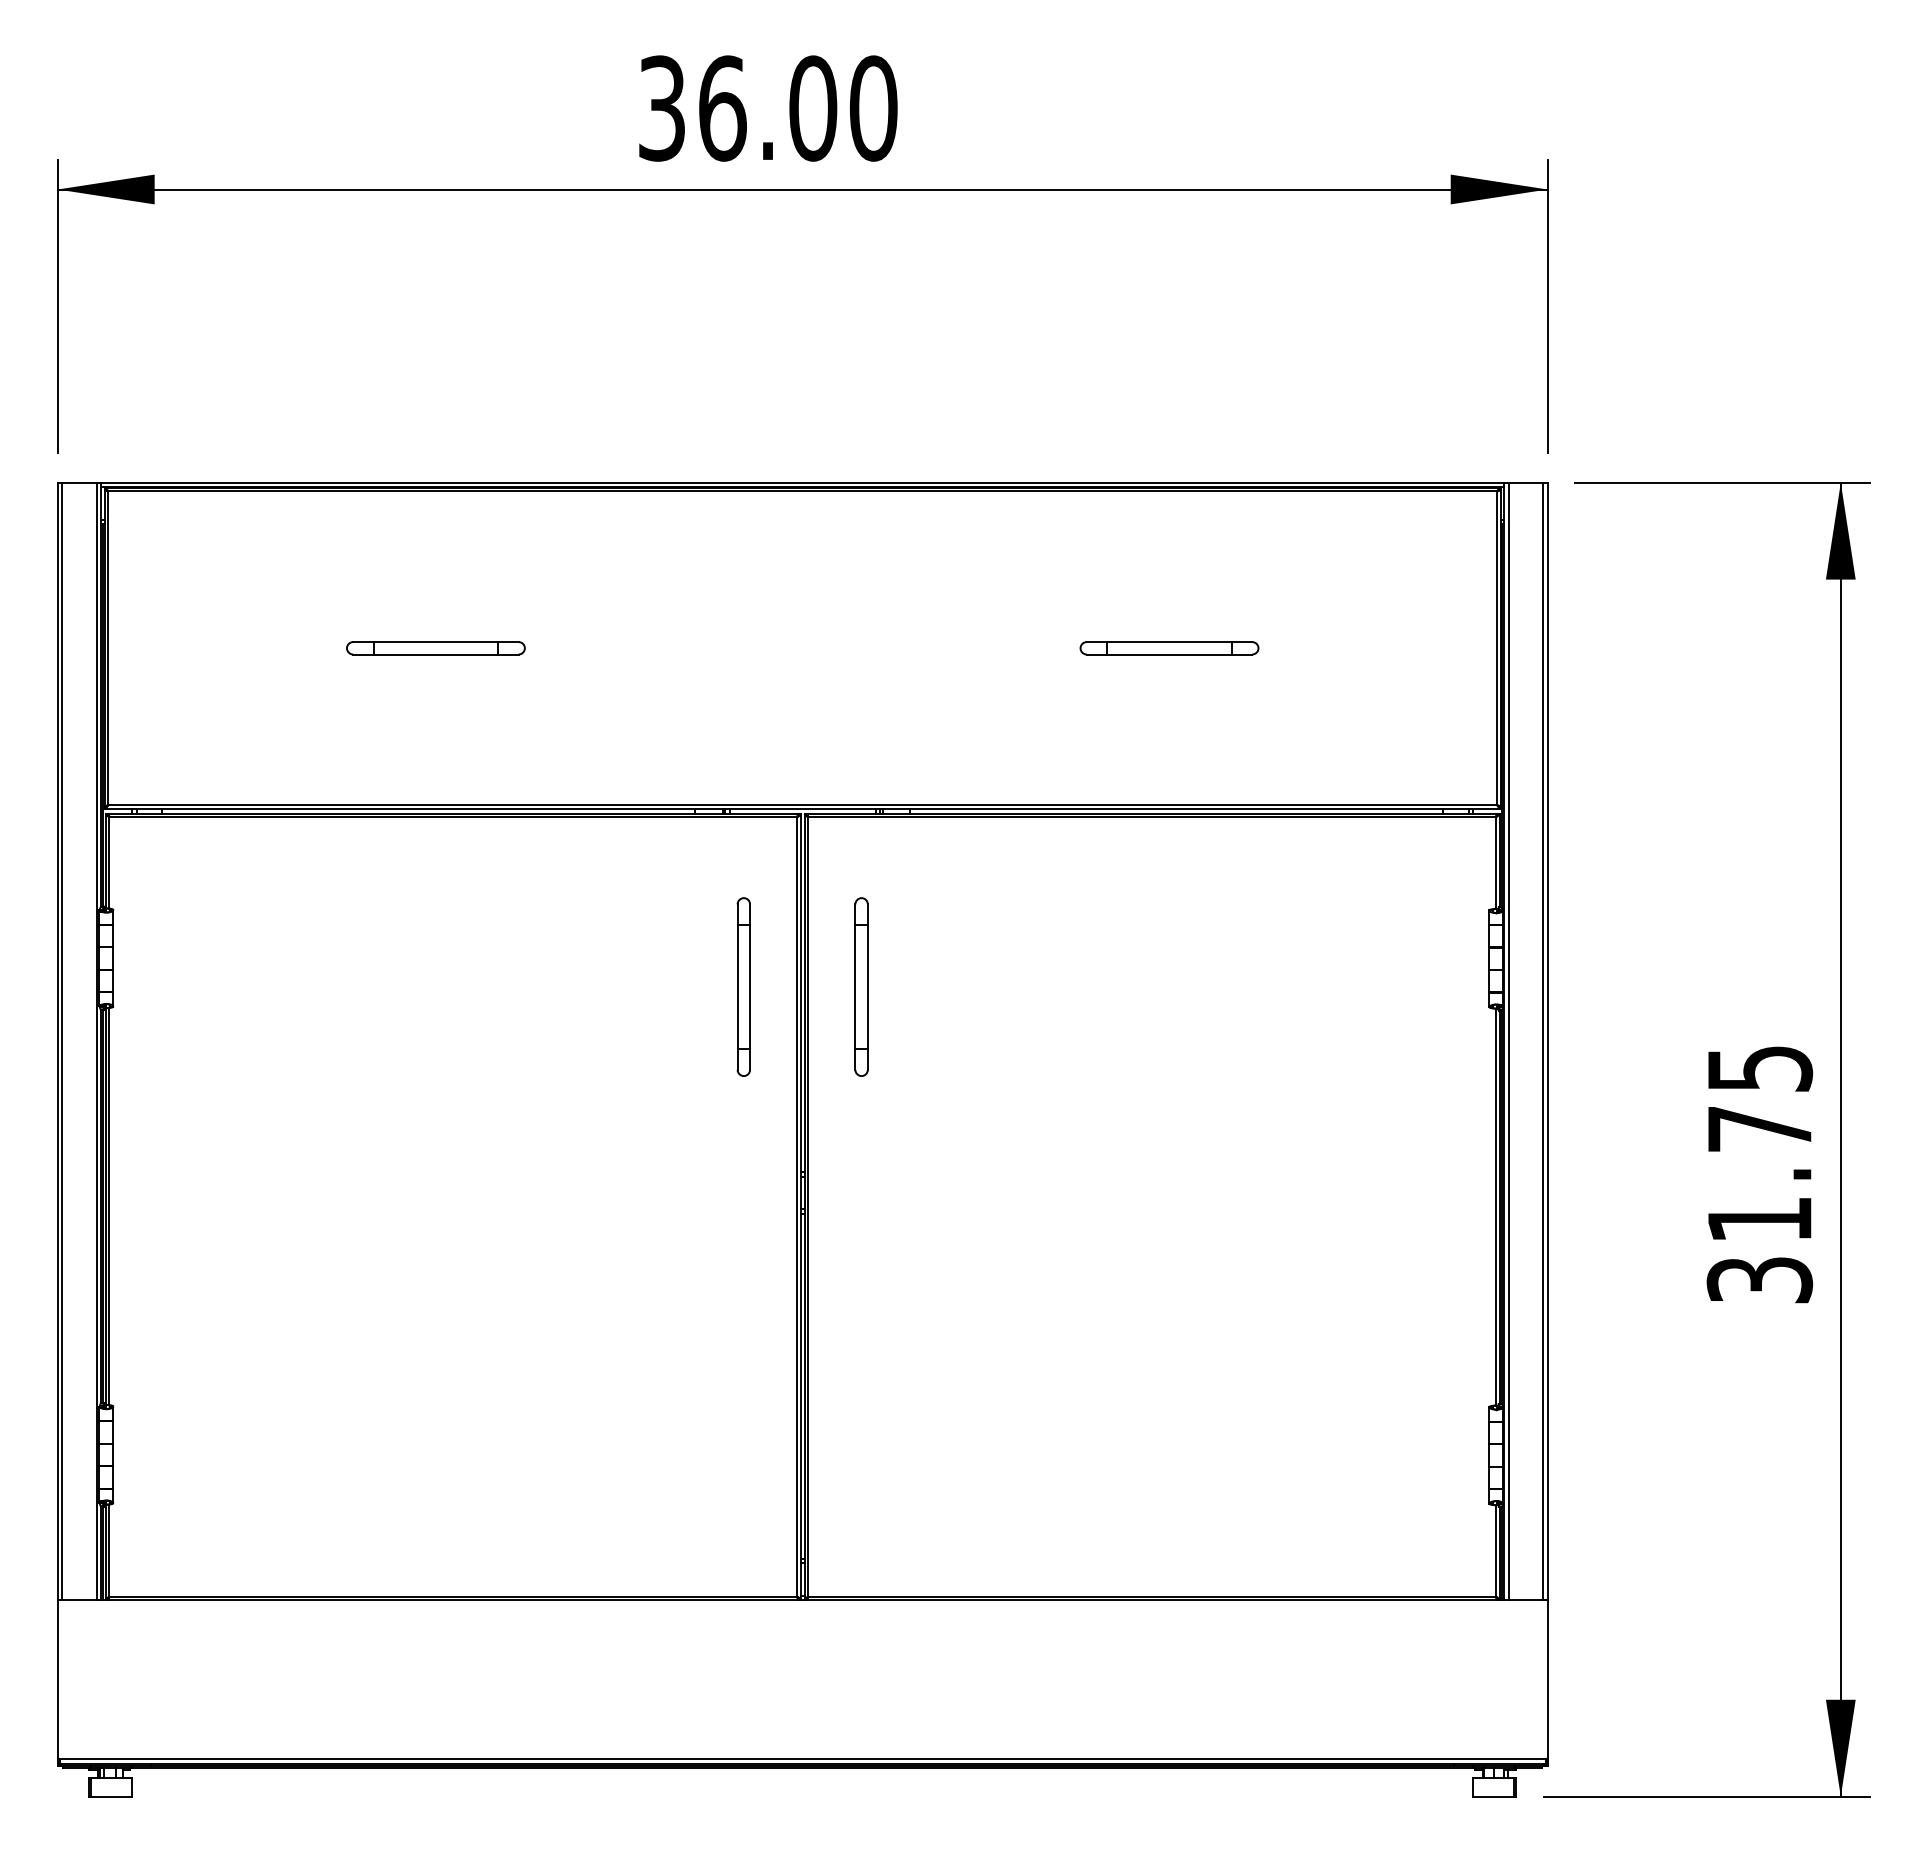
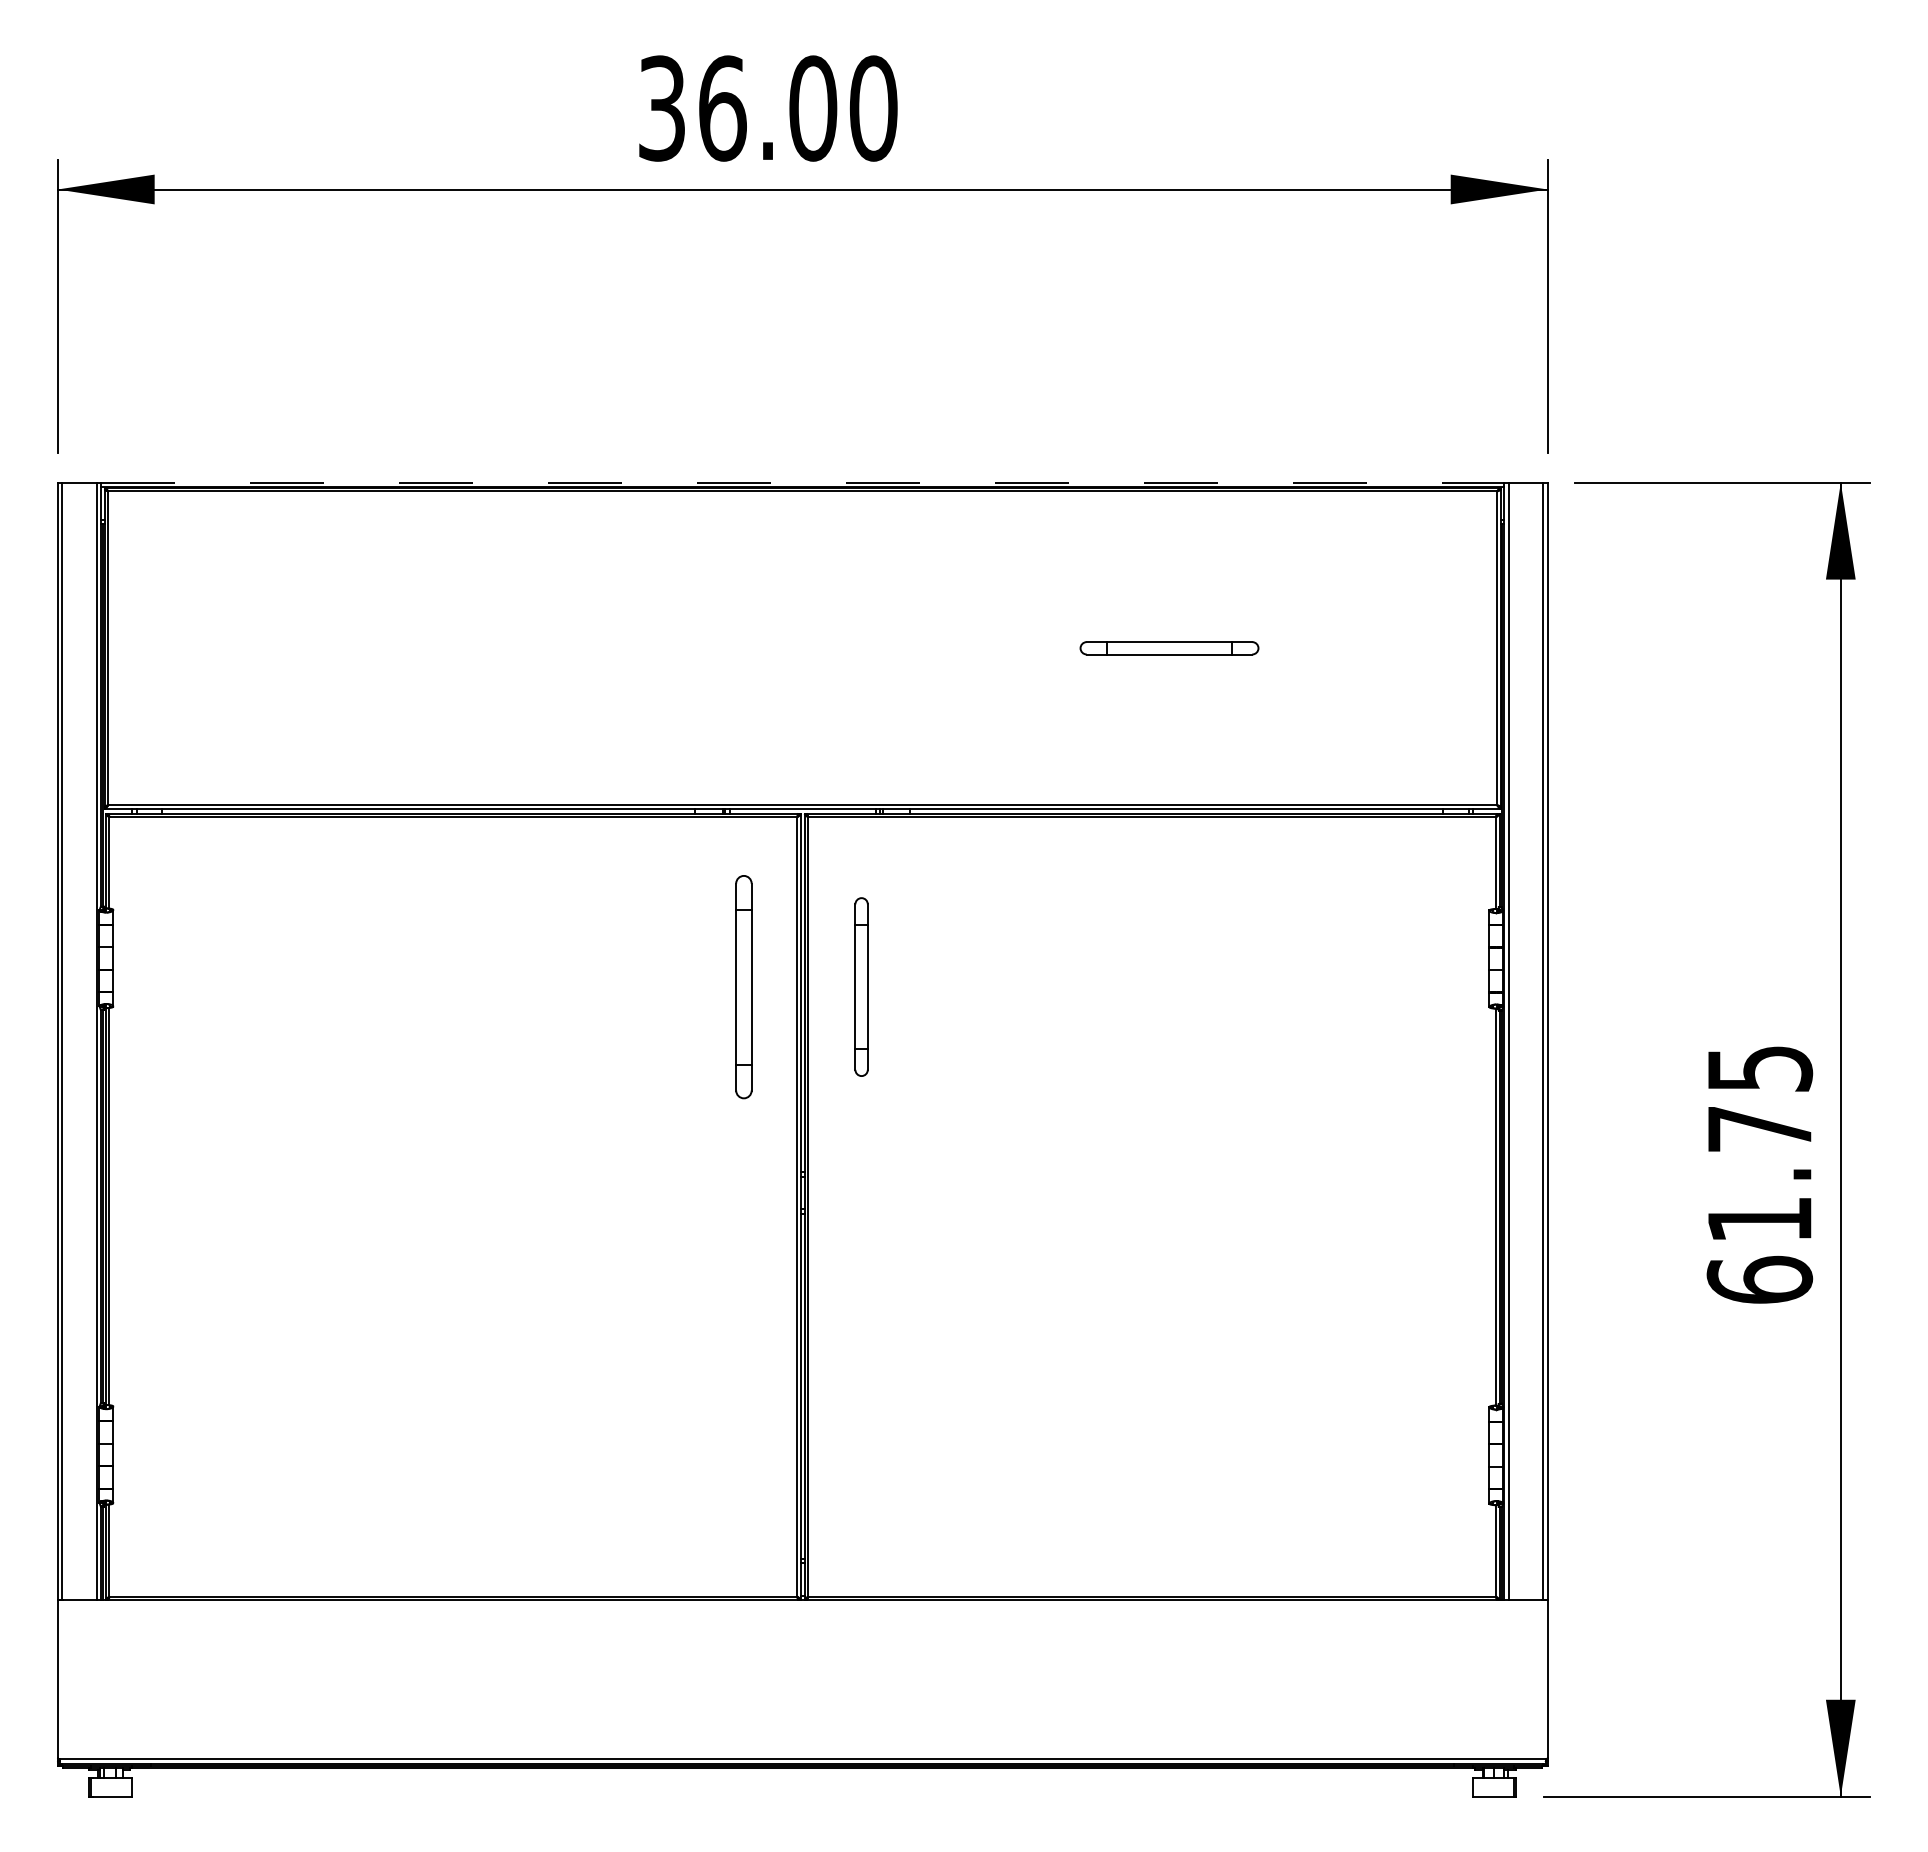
line at (802, 482): solid -> dashed
part at (435, 648): present -> none
part at (743, 986) size: 15x180 px -> 18x225 px
text at (1759, 1279): 31.75 -> 61.75
